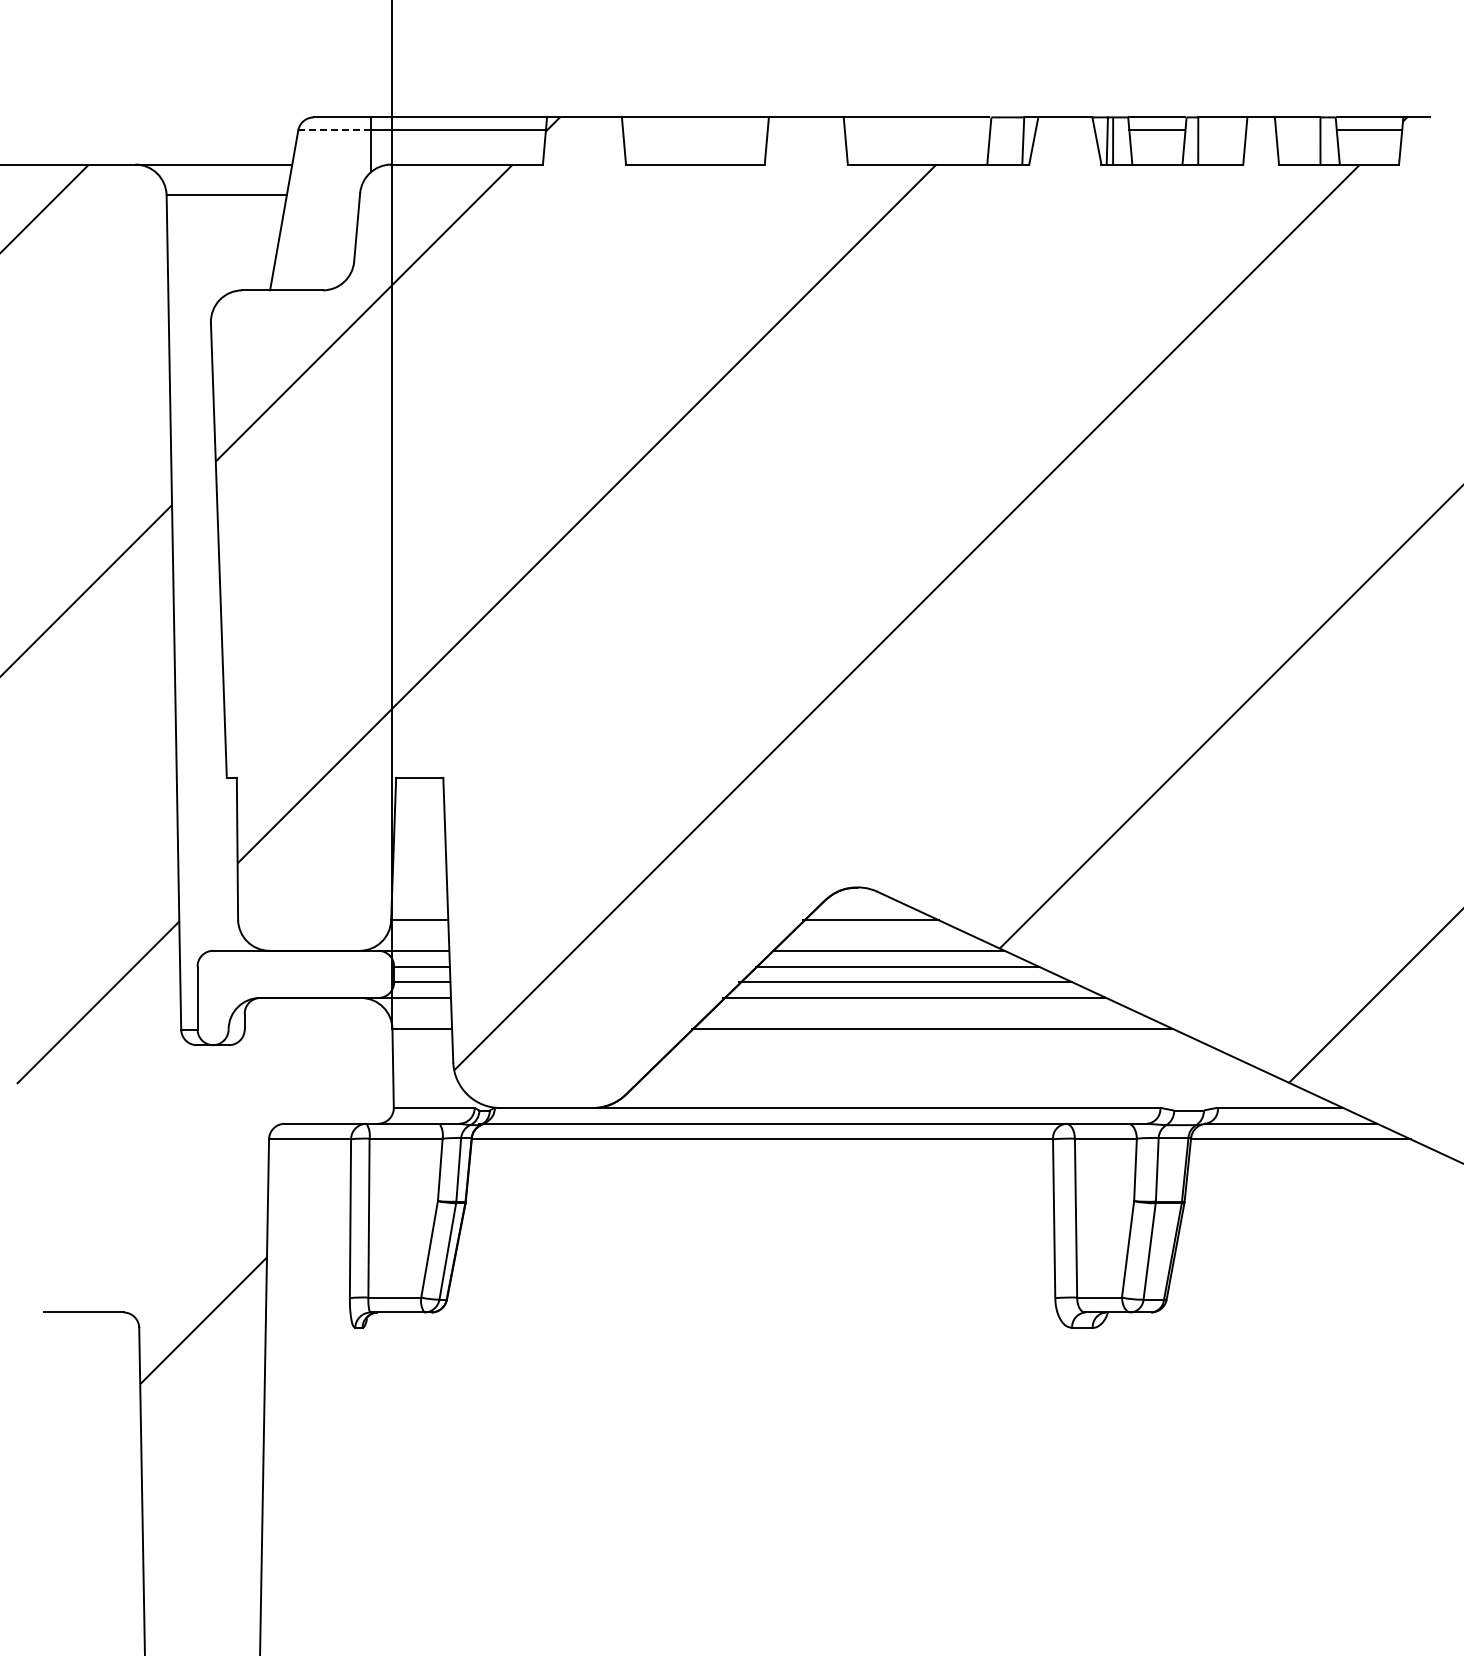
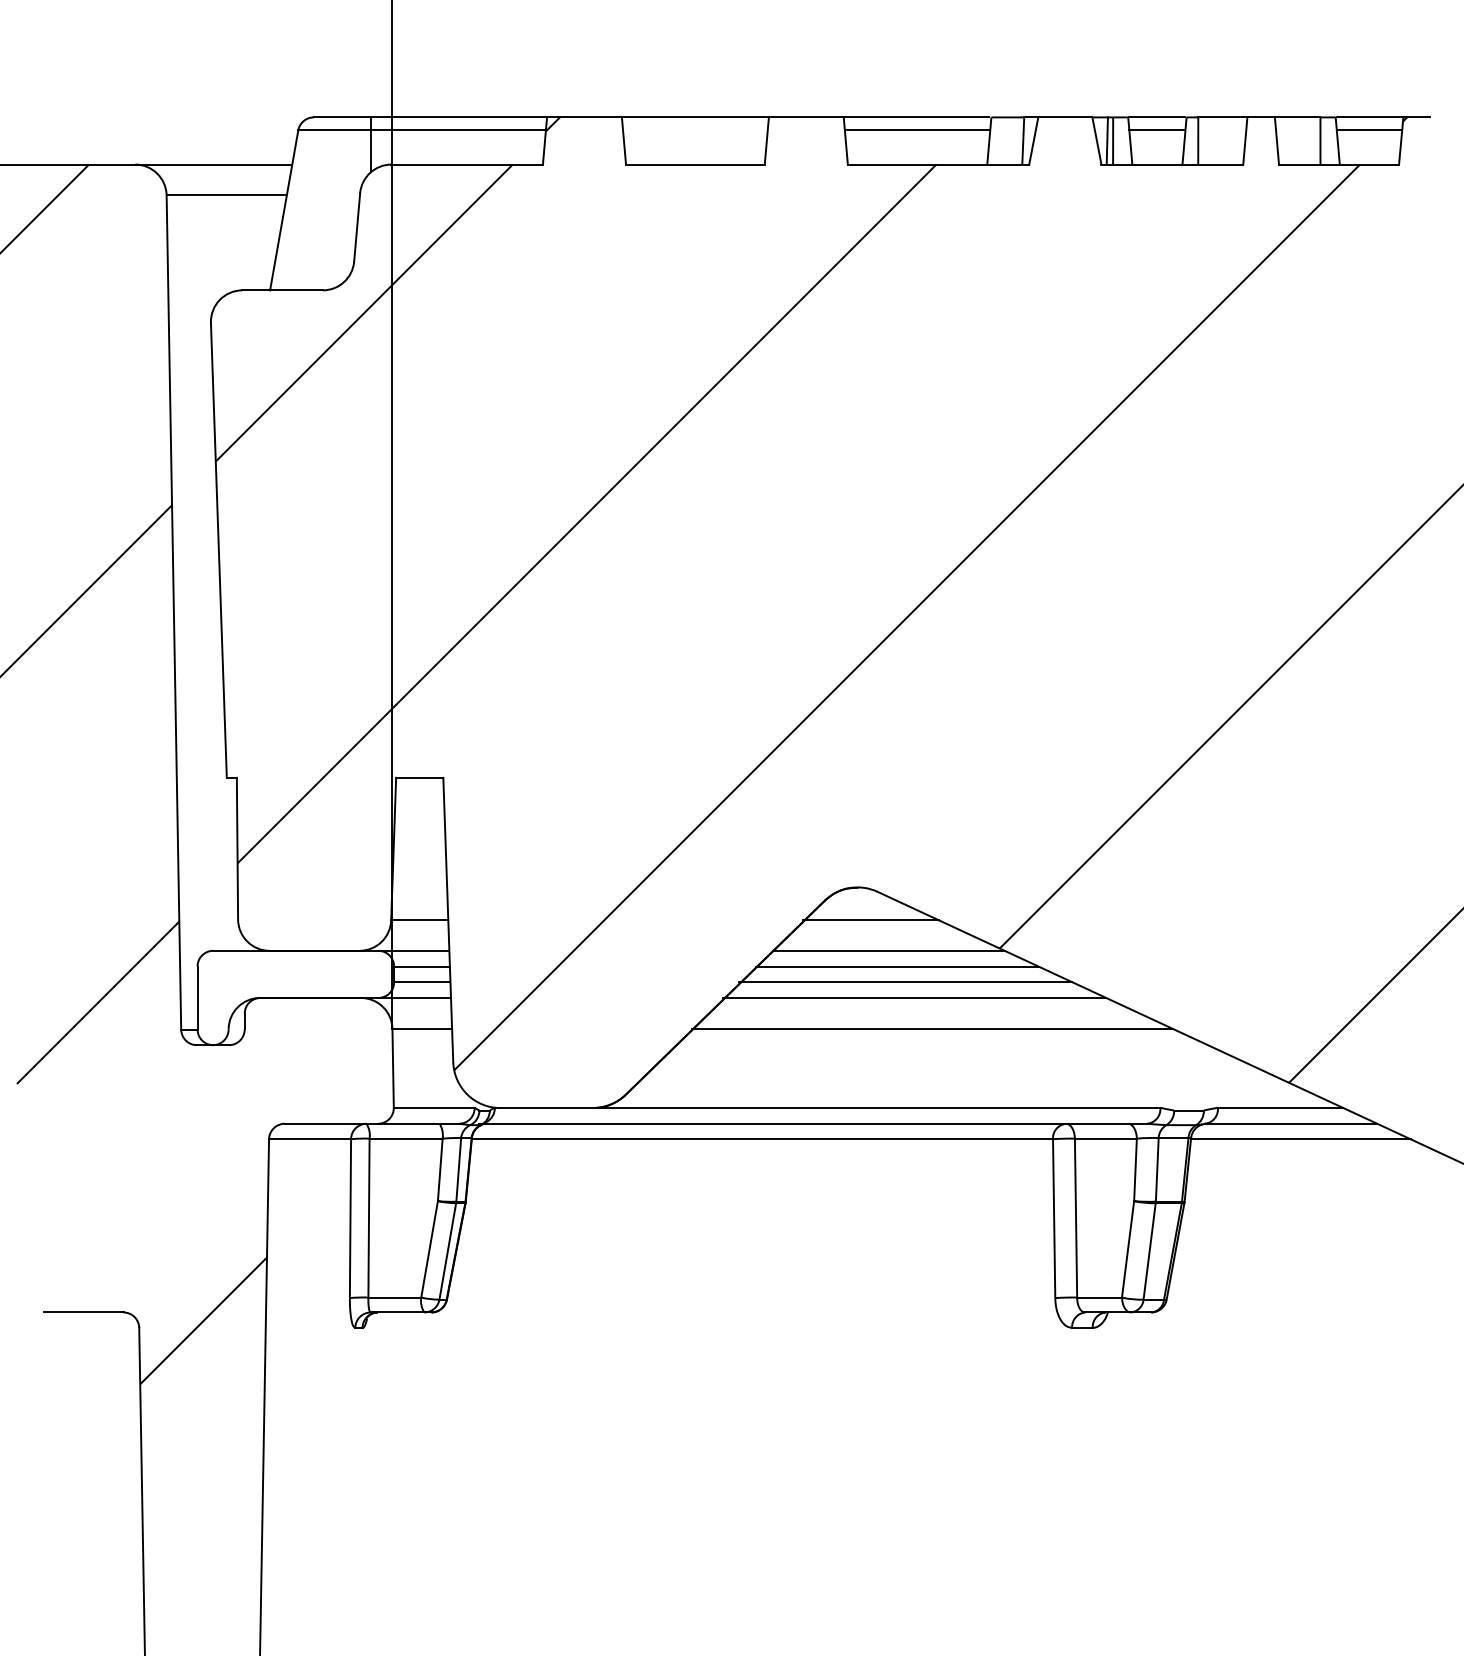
line at (334, 130): dashed -> solid
line at (917, 130): none -> present
